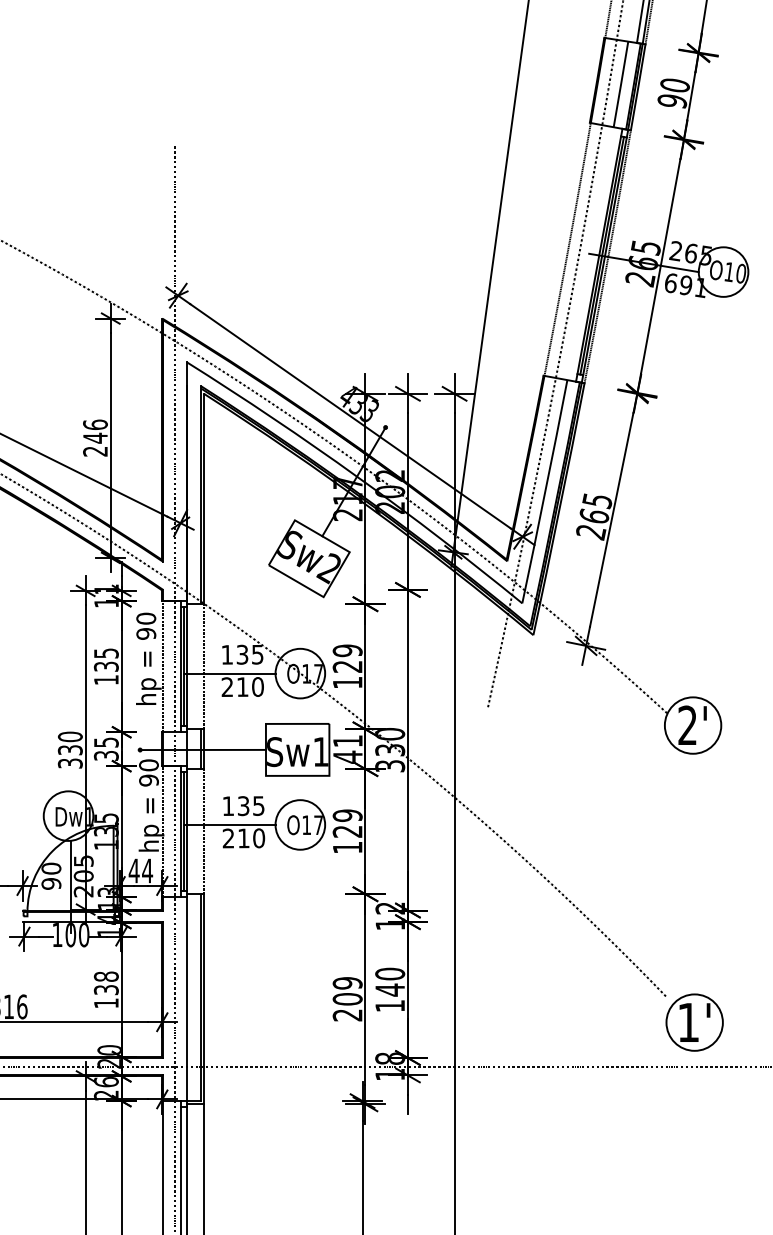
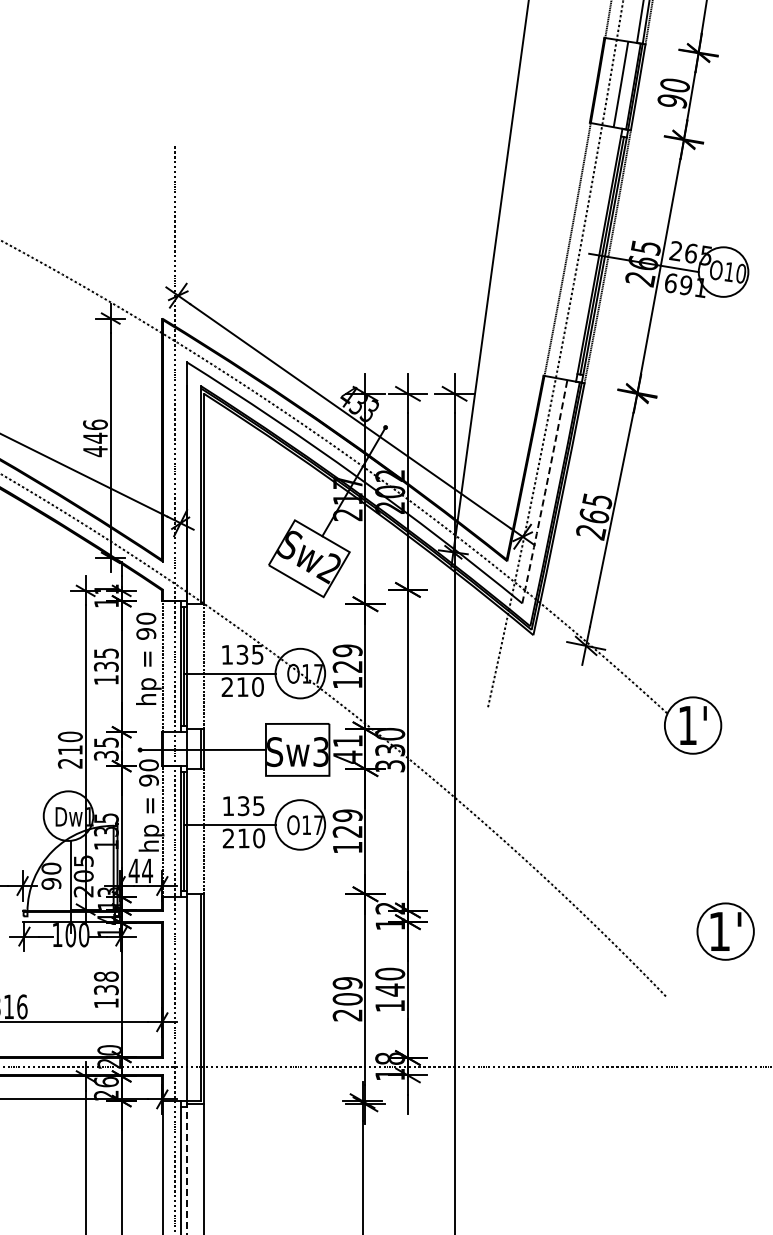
text at (95, 451): 246 -> 446
arc at (545, 491): solid -> dashed
text at (687, 724): 2' -> 1'
text at (320, 751): Sw1 -> Sw3
text at (69, 756): 330 -> 210
part at (694, 1022) position: (694, 1022) -> (725, 931)
line at (186, 1168): solid -> dashed
